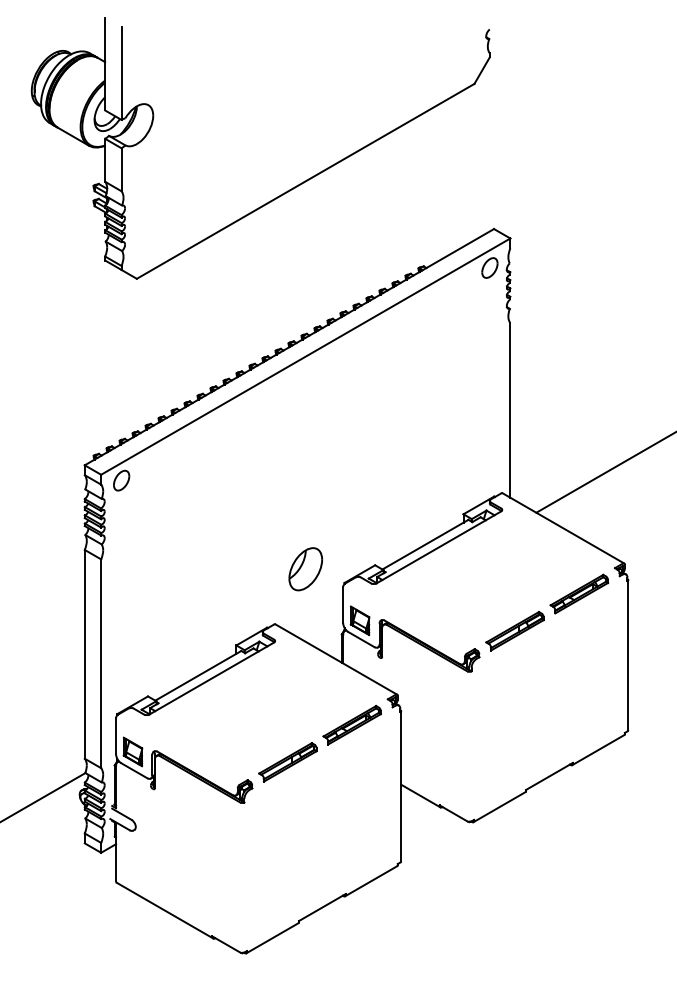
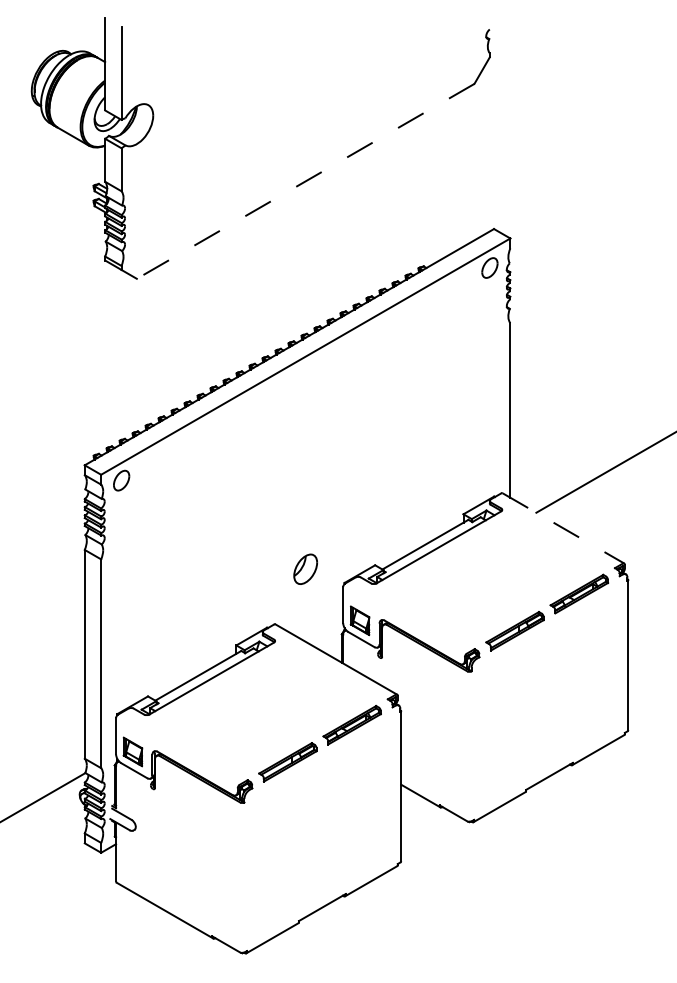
line at (305, 181): solid -> dashed
line at (563, 528): solid -> dashed
part at (305, 569) size: 35x45 px -> 25x32 px
